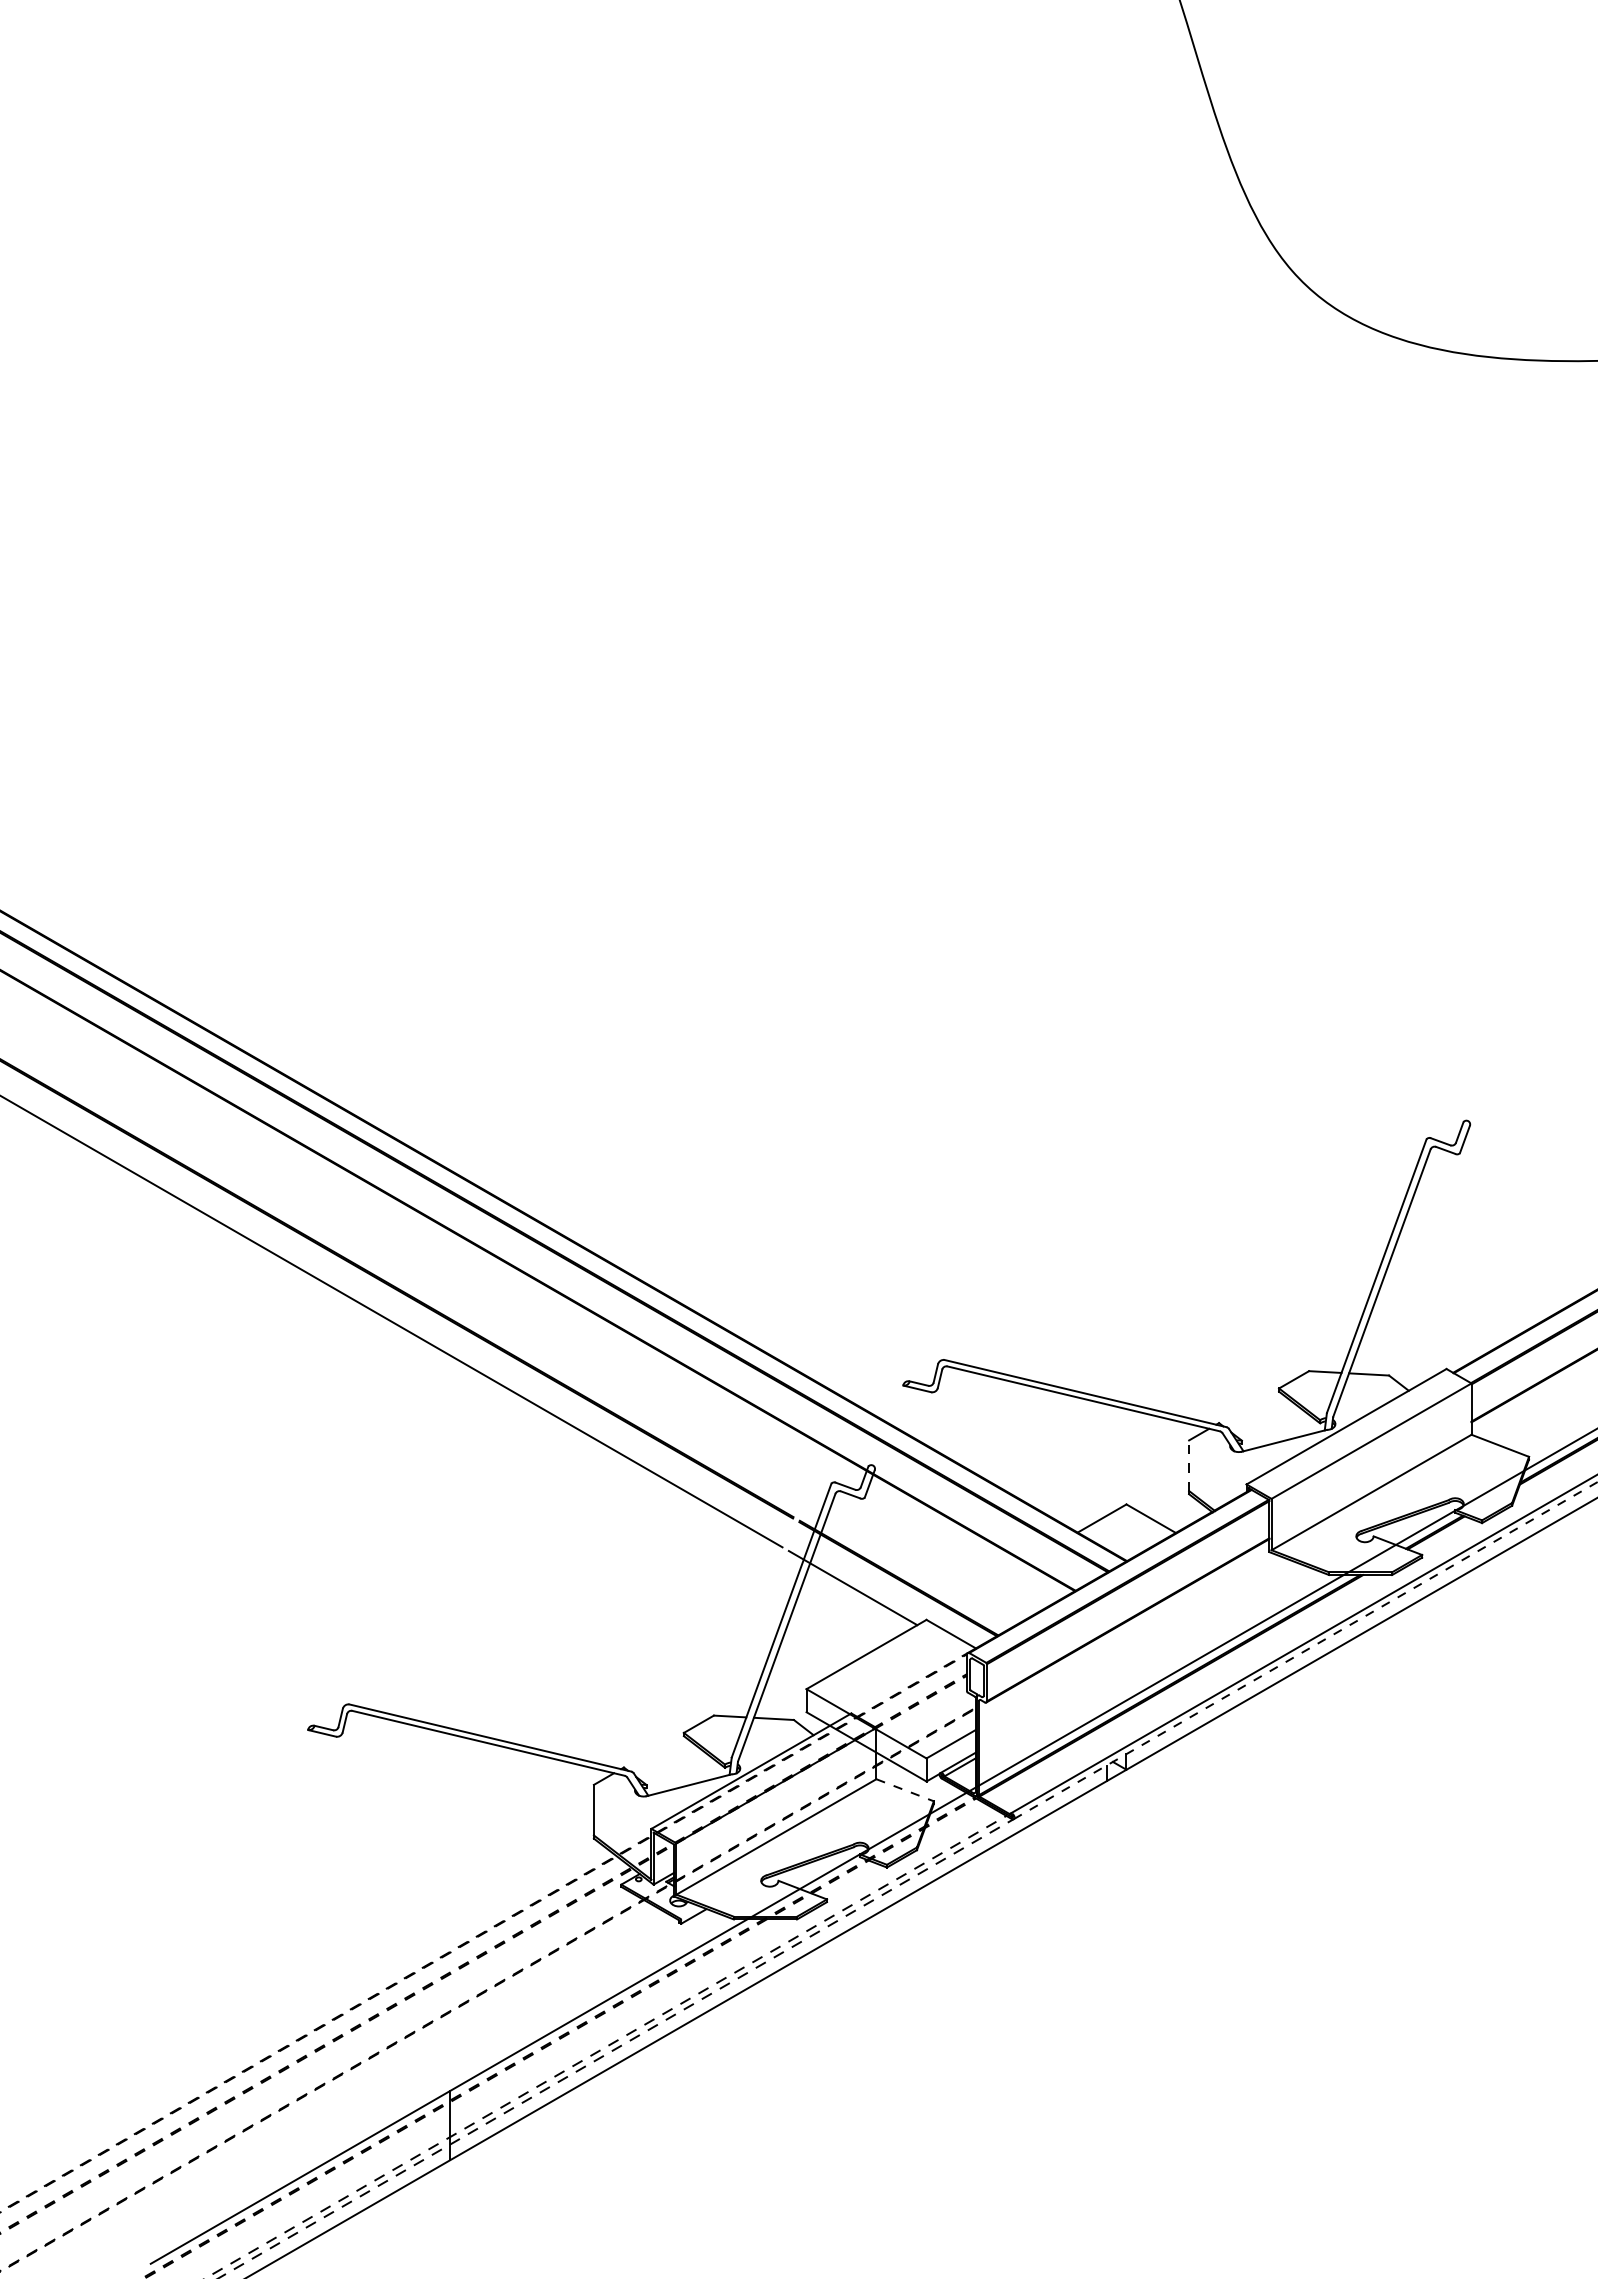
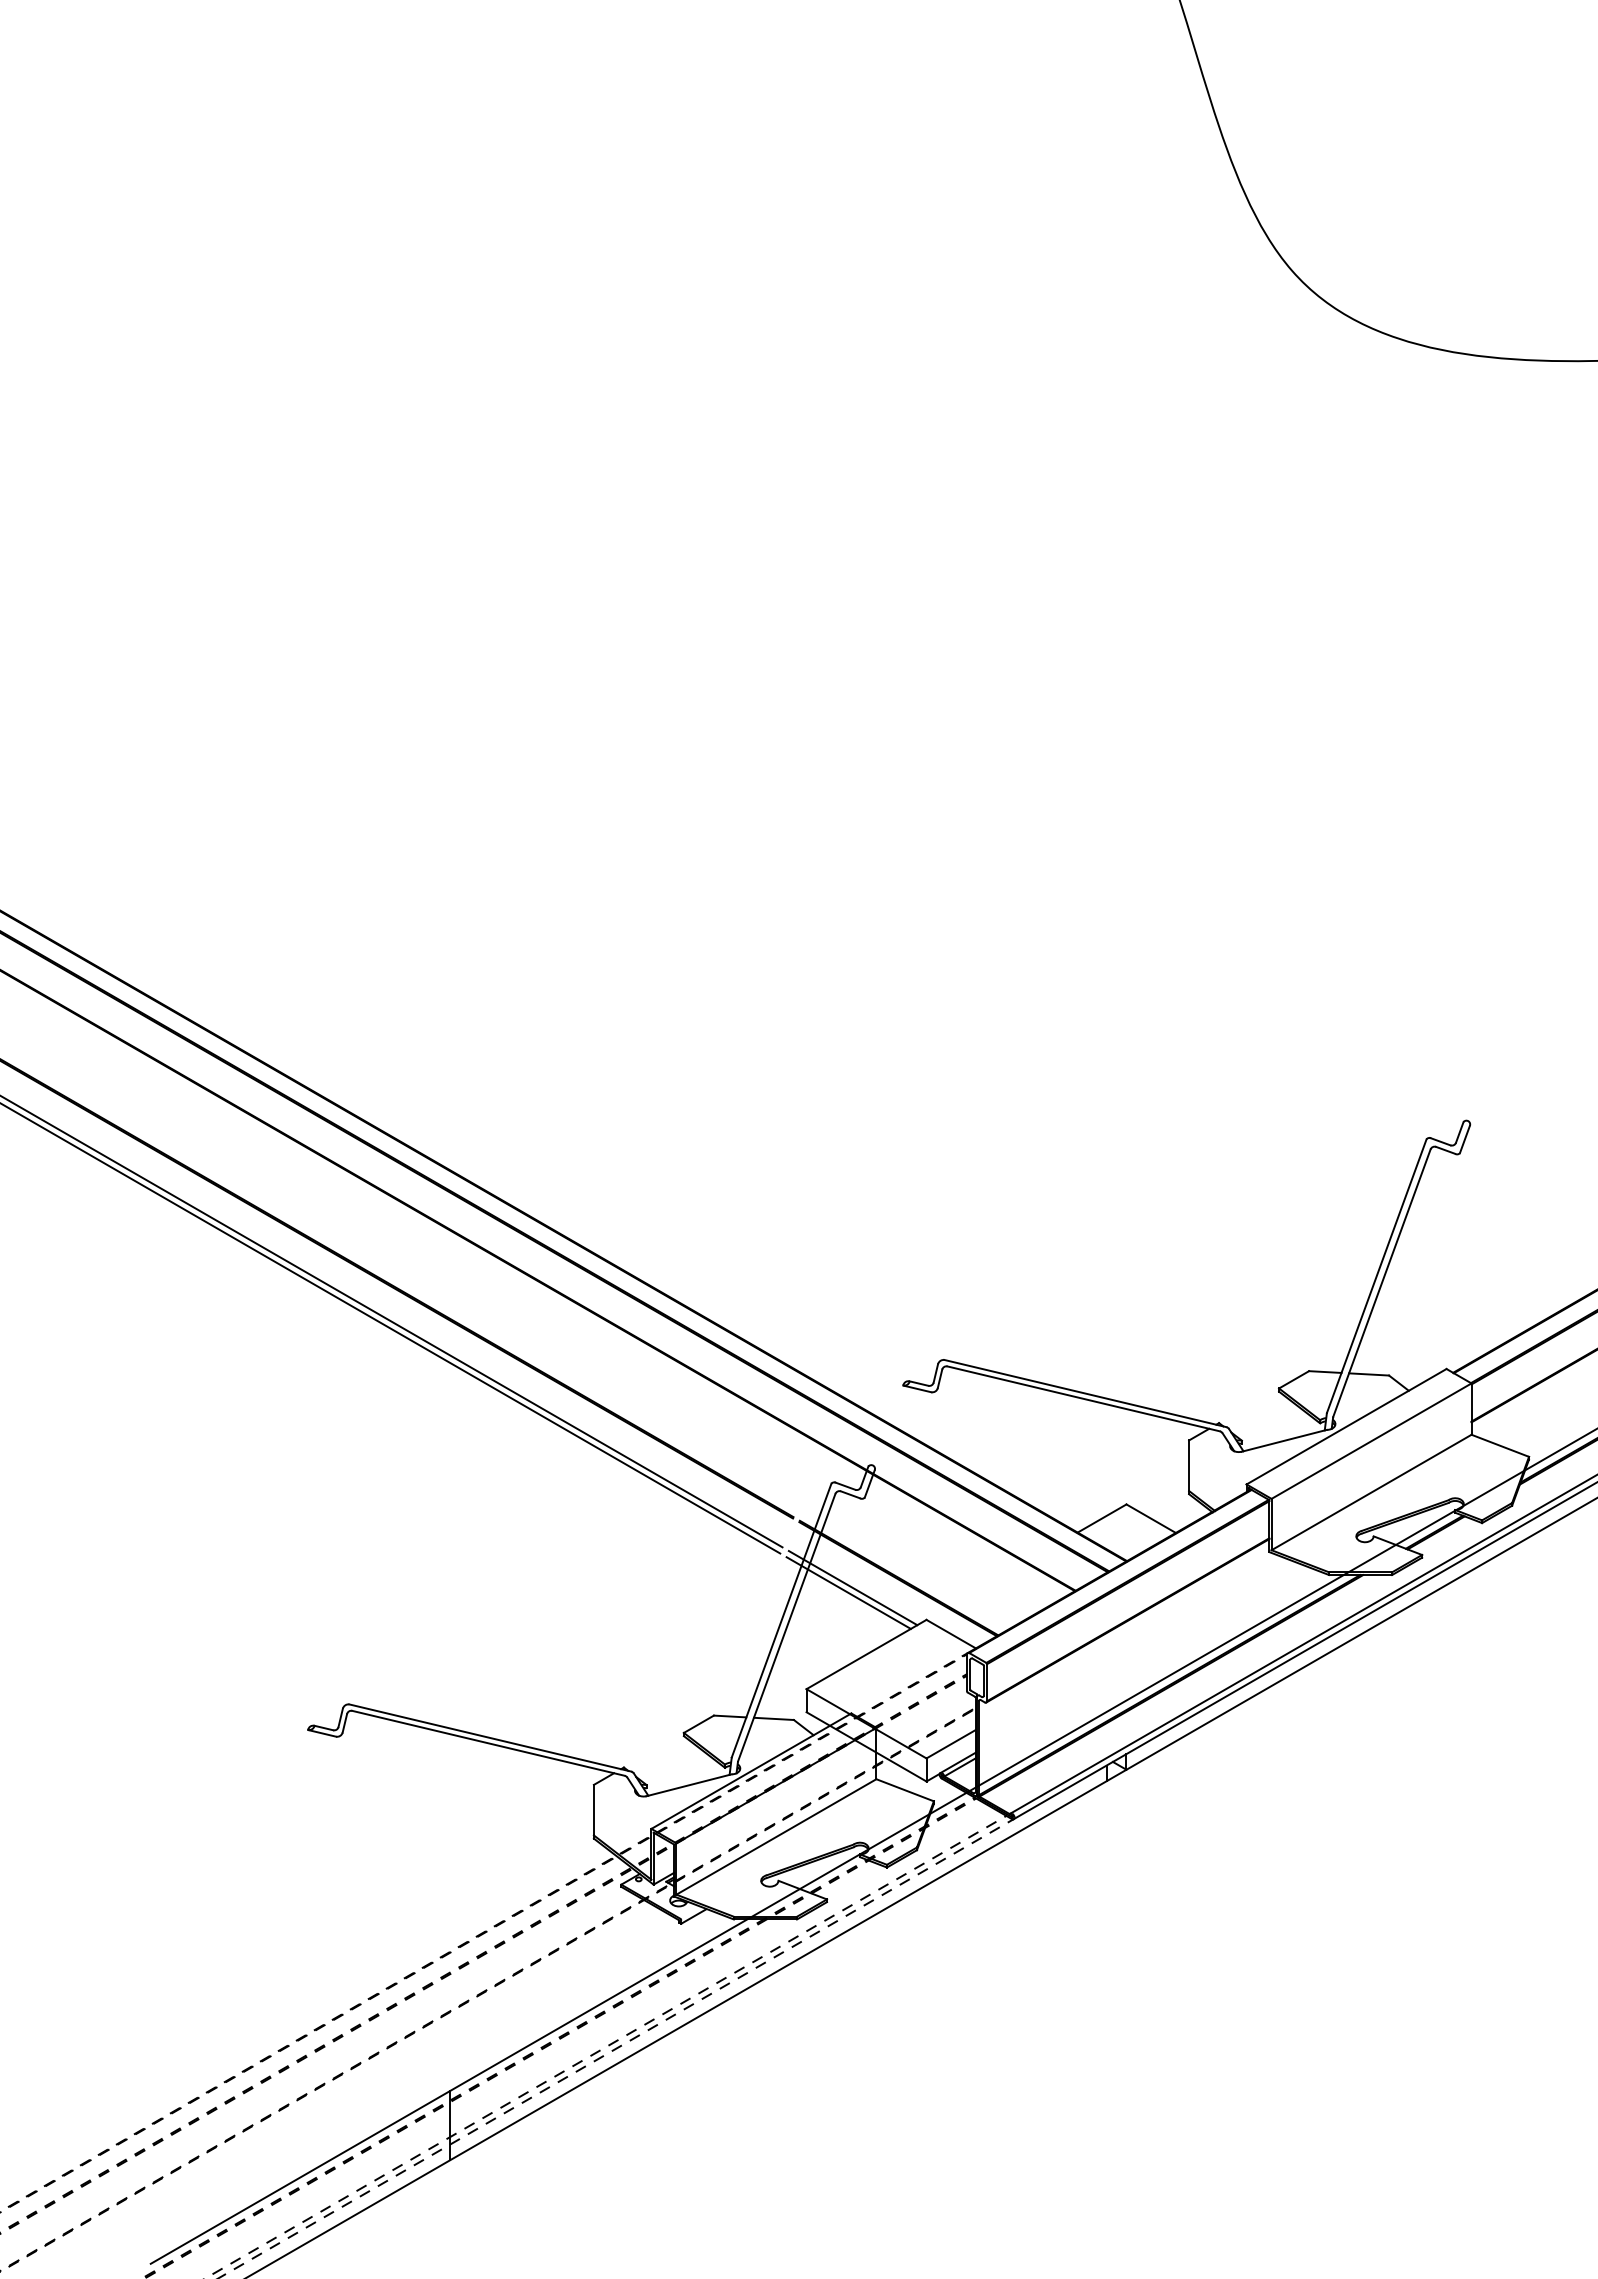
line at (391, 1328): none -> present
line at (1189, 1465): dashed -> solid
line at (848, 1592): none -> present
line at (1305, 1650): dashed -> solid
line at (905, 1790): dashed -> solid
